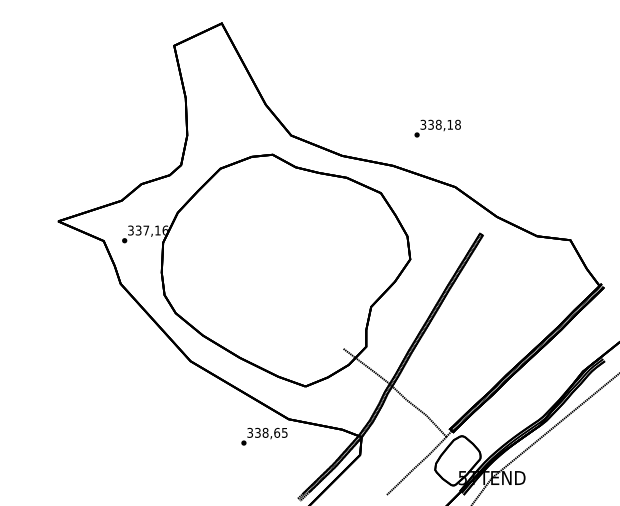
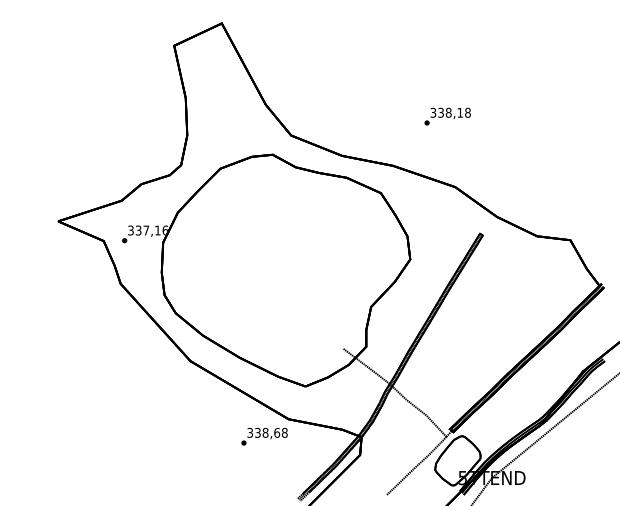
text at (437, 128) position: (437, 128) -> (447, 116)
text at (284, 432): 338,65 -> 338,68
